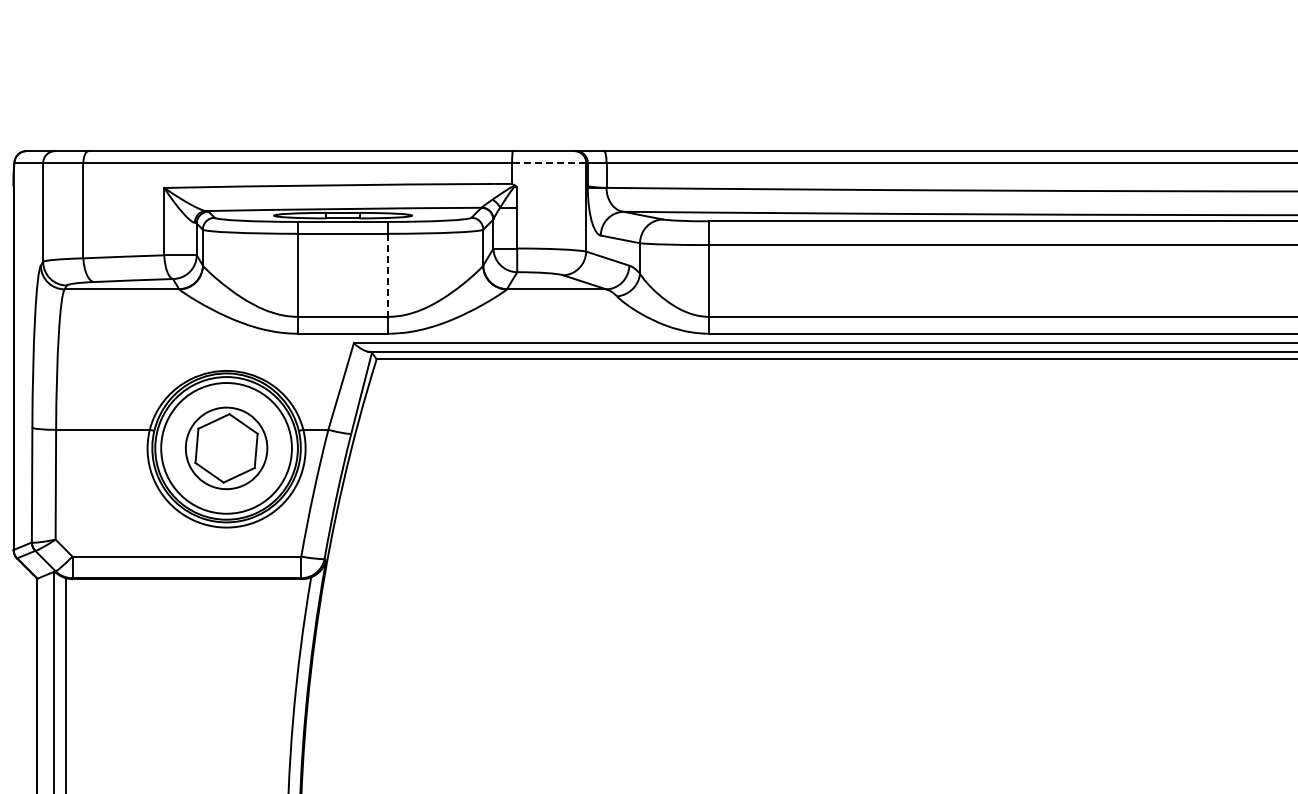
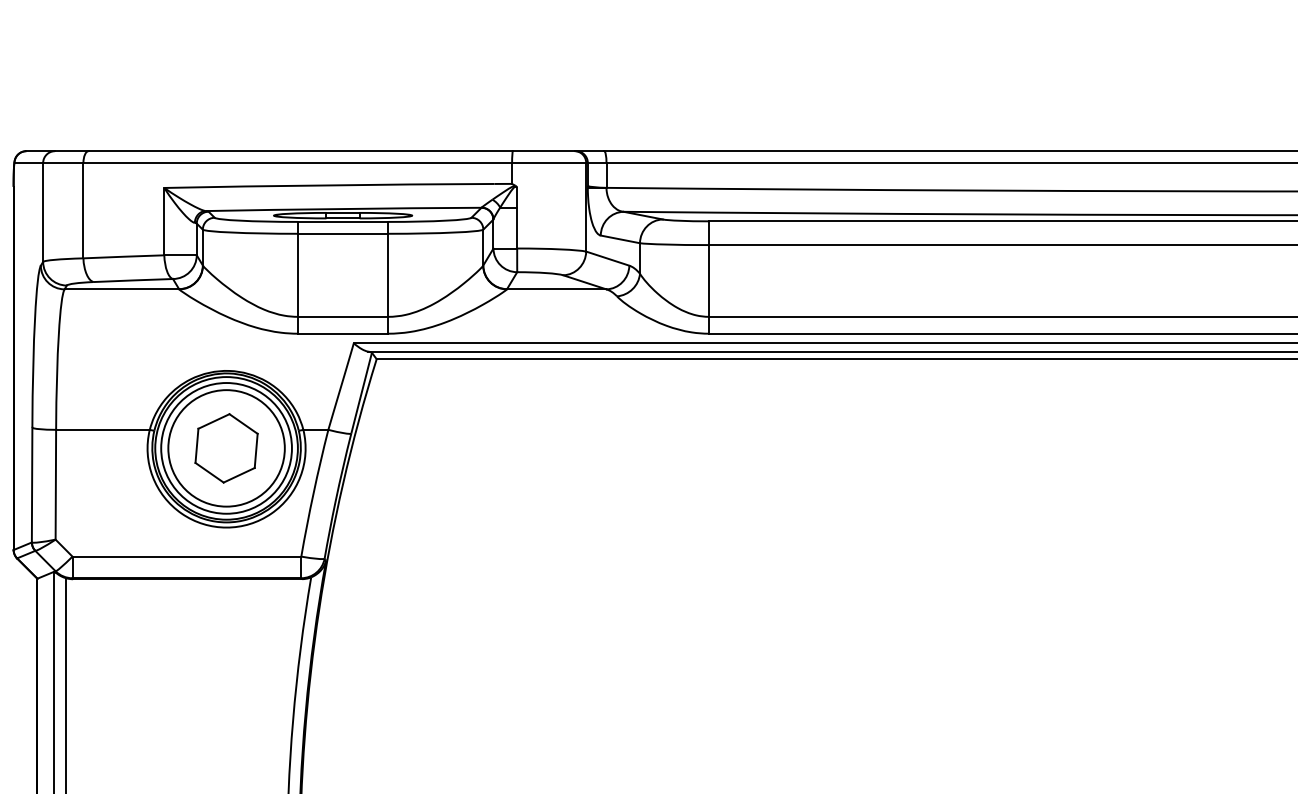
line at (548, 163): dashed -> solid
line at (388, 275): dashed -> solid
circle at (226, 448) diameter: 82 px -> 117 px
